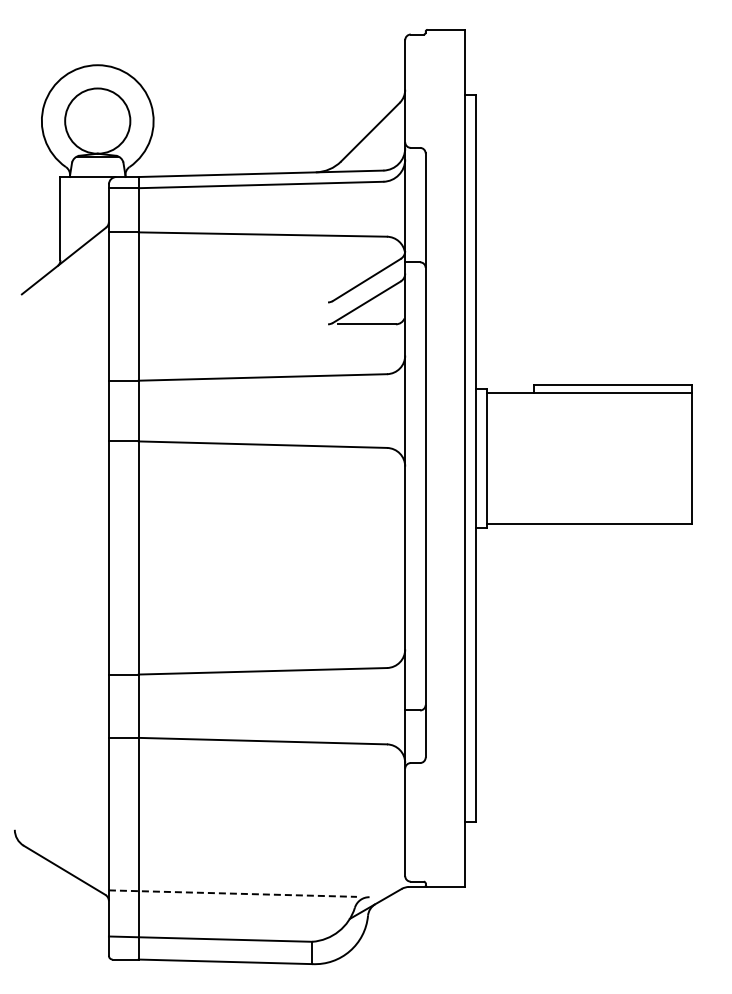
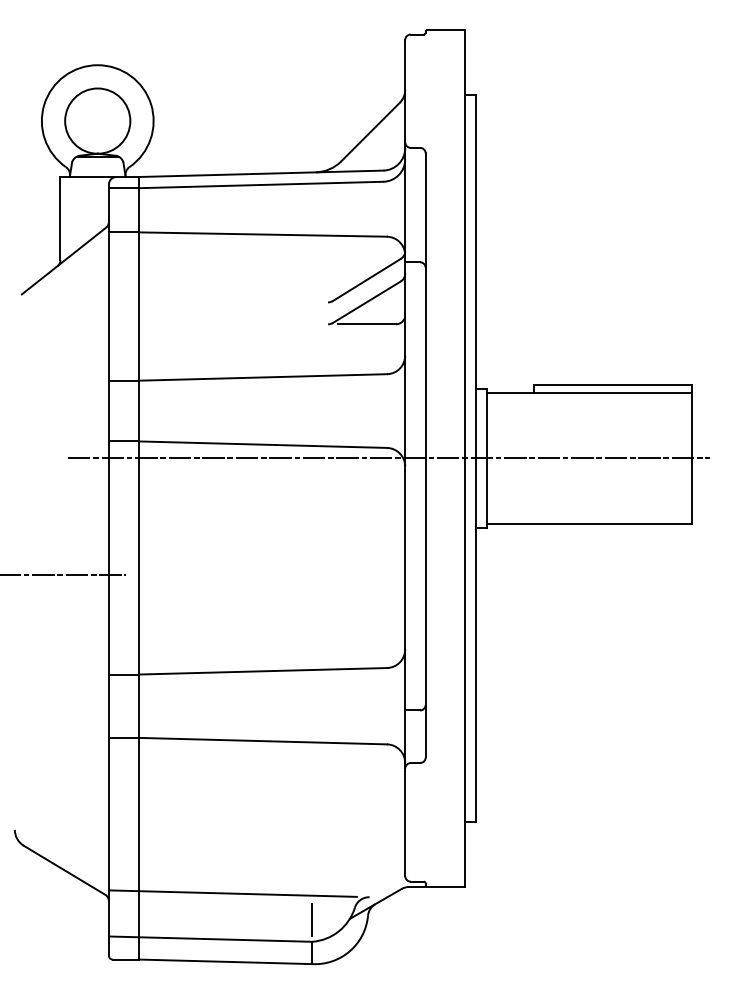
line at (389, 458): none -> present
line at (63, 575): none -> present
line at (233, 893): dashed -> solid
line at (312, 919): none -> present
